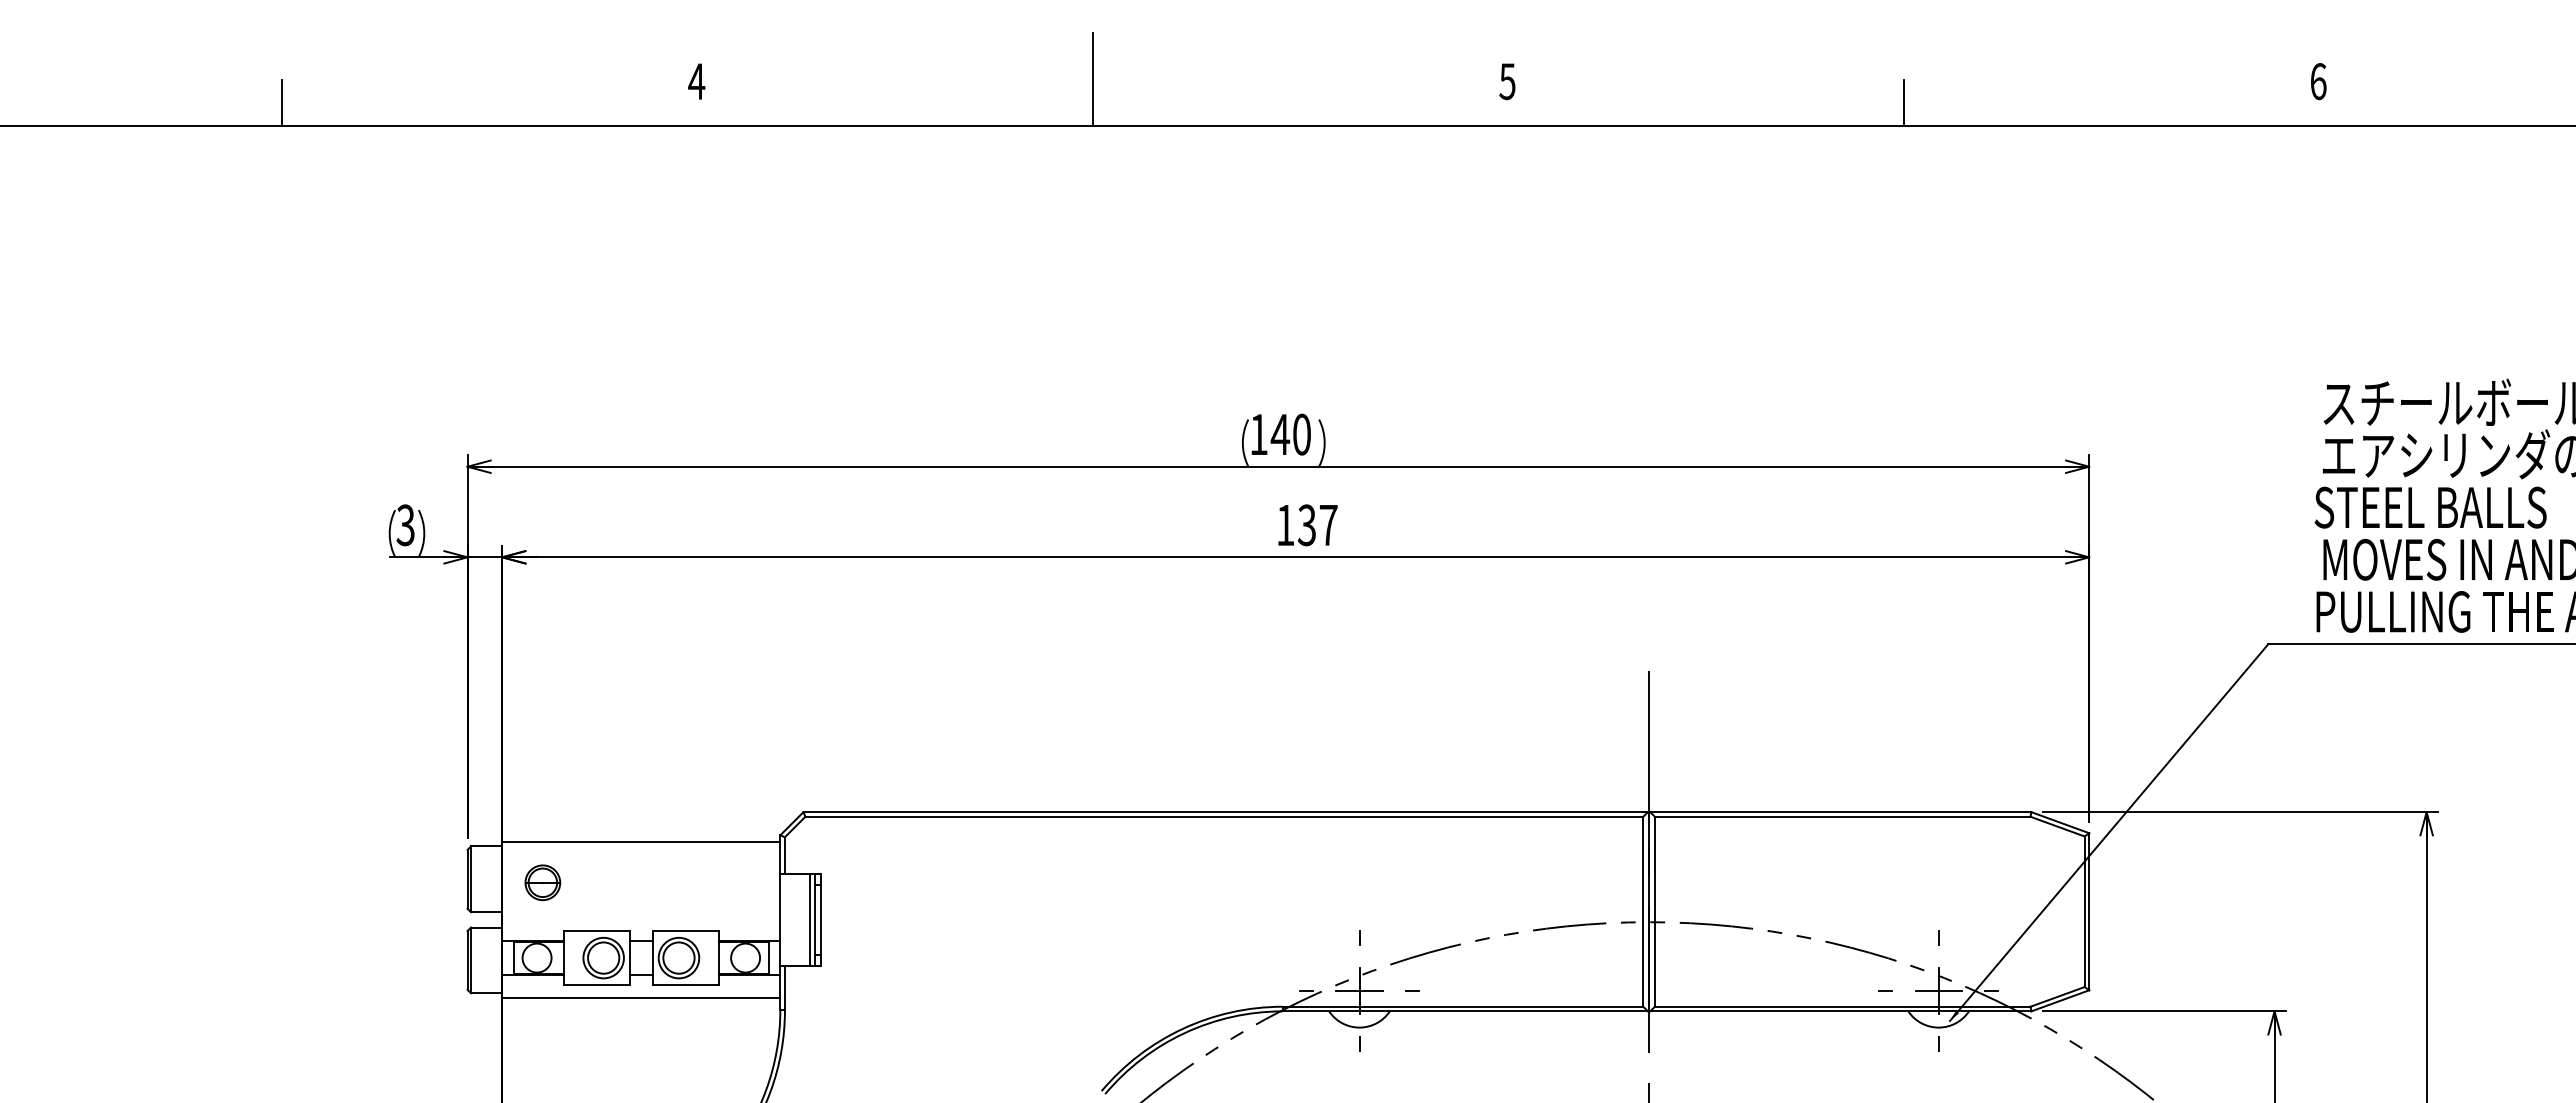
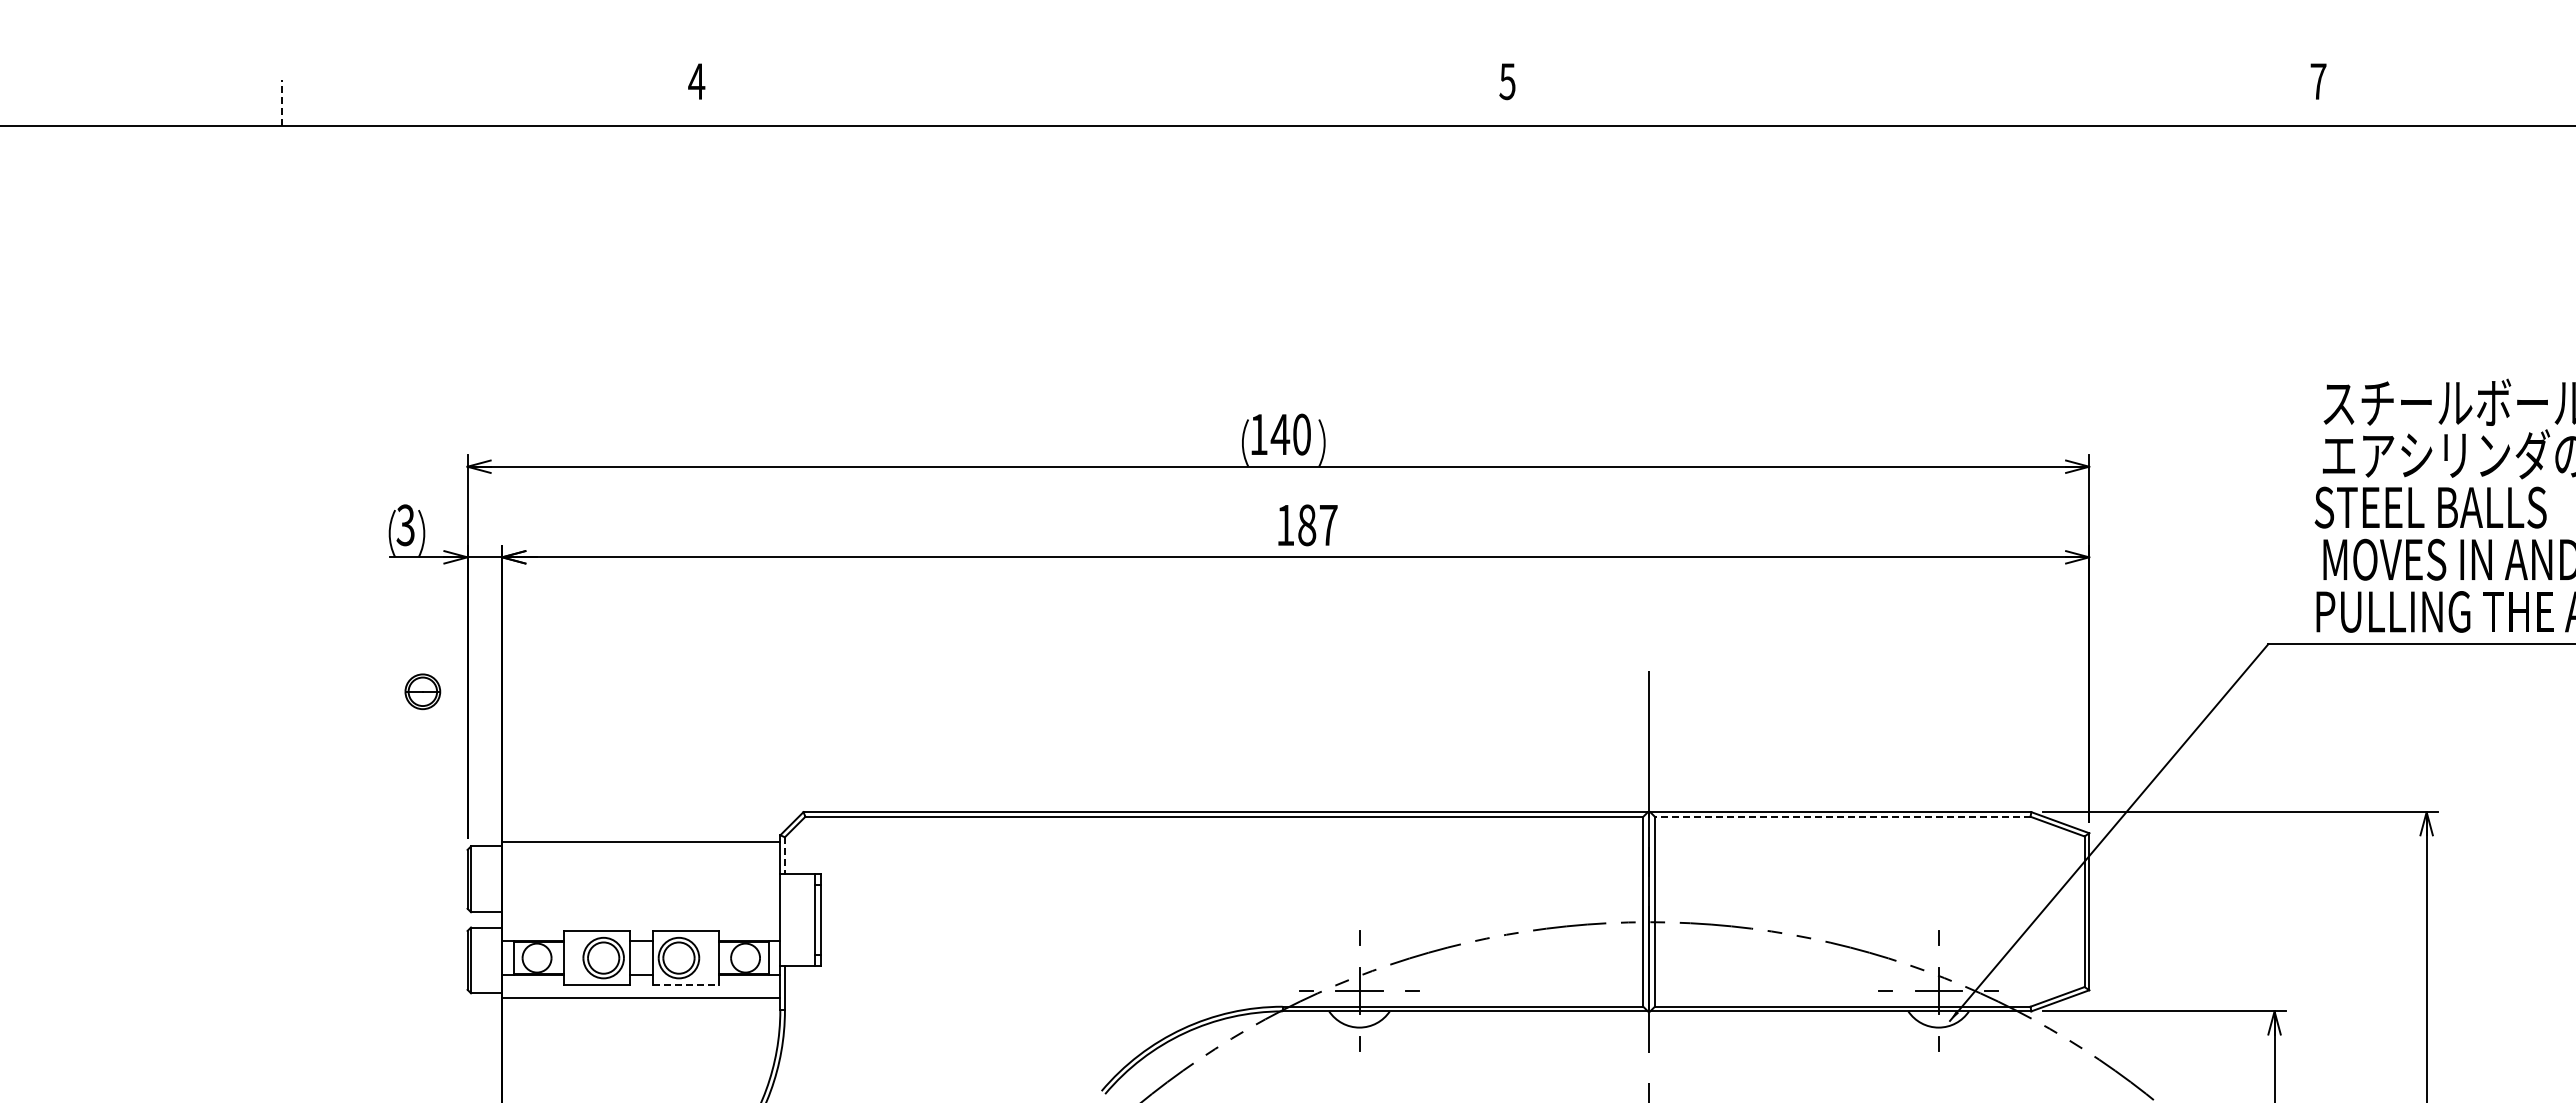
line at (1092, 79): present -> none
text at (2318, 81): 6 -> 7
line at (281, 102): solid -> dashed
line at (1903, 102): present -> none
text at (1306, 525): 137 -> 187
line at (1842, 816): solid -> dashed
line at (784, 855): solid -> dashed
part at (542, 882) position: (542, 882) -> (422, 691)
line at (810, 919): present -> none
line at (686, 984): solid -> dashed
